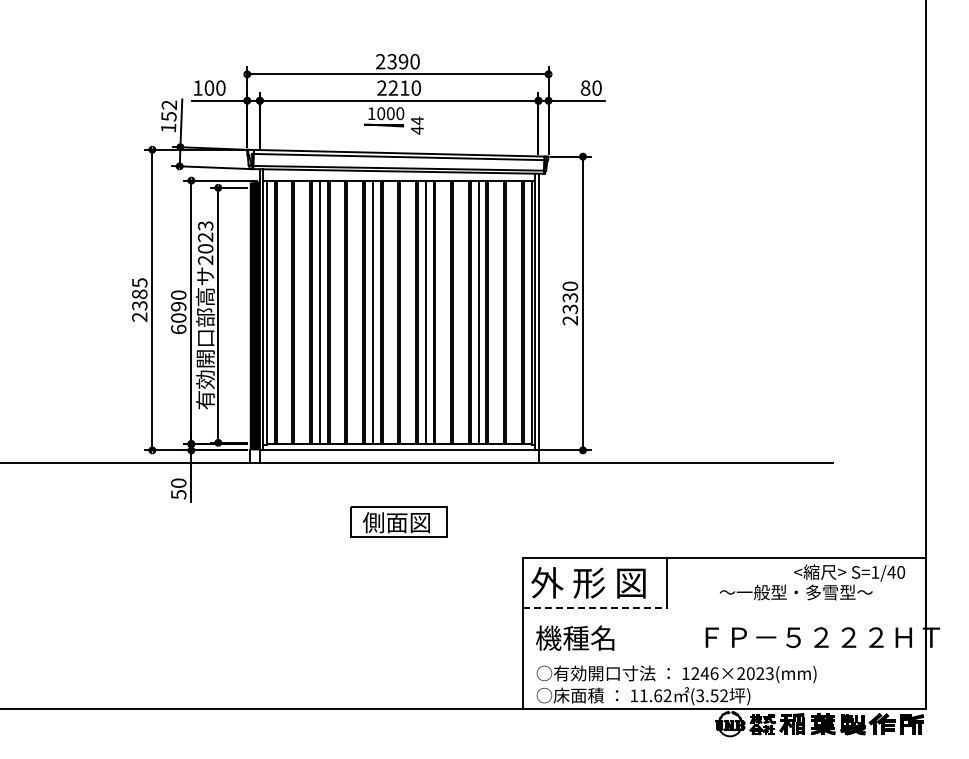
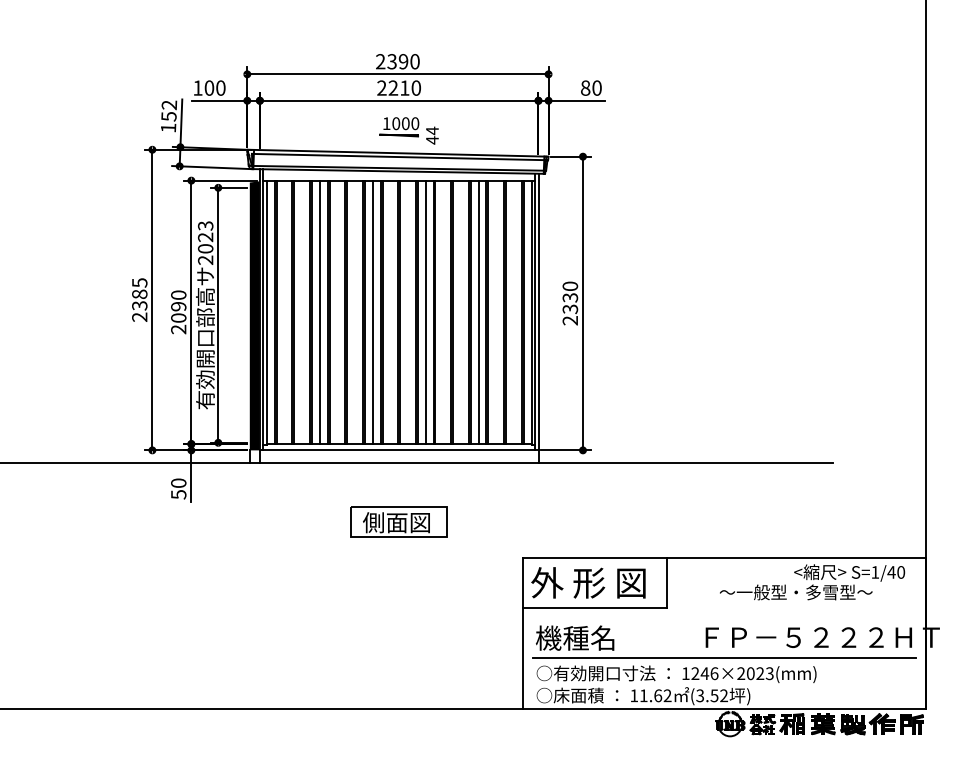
part at (393, 120) position: (393, 120) -> (408, 130)
text at (178, 329): 6090 -> 2090
line at (595, 607): dashed -> solid
line at (724, 658): none -> present
